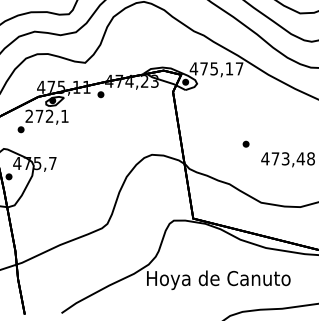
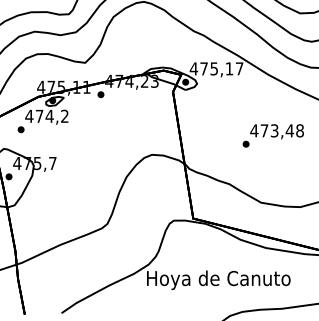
text at (46, 115): 272,1 -> 474,2
text at (287, 159) position: (287, 159) -> (276, 131)
